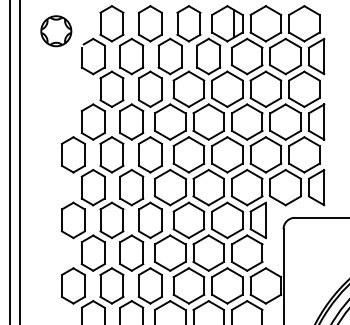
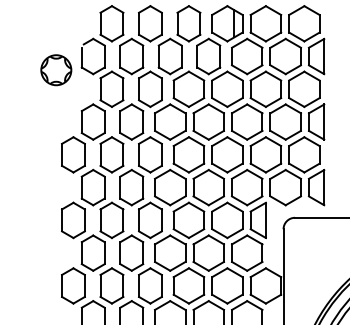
part at (56, 31) position: (56, 31) -> (56, 70)
line at (10, 161): present -> none
line at (20, 161): present -> none
